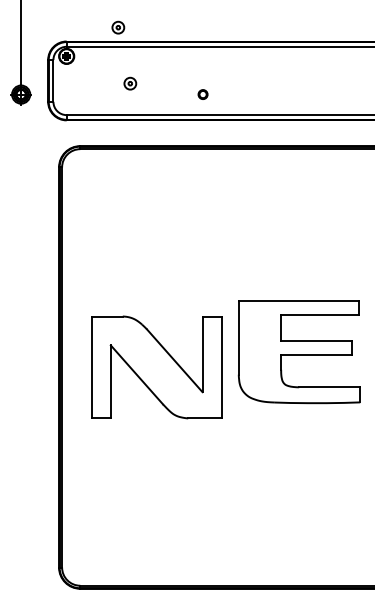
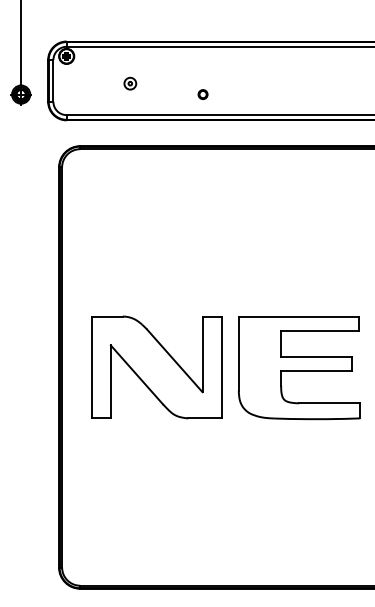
part at (118, 27): present -> none
part at (298, 352) position: (298, 352) -> (298, 368)
